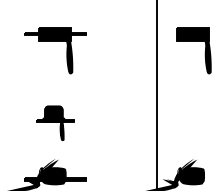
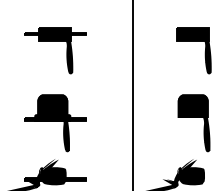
line at (157, 94) position: (157, 94) -> (133, 94)
part at (55, 122) size: 39x36 px -> 63x59 px
part at (193, 123): none -> present
